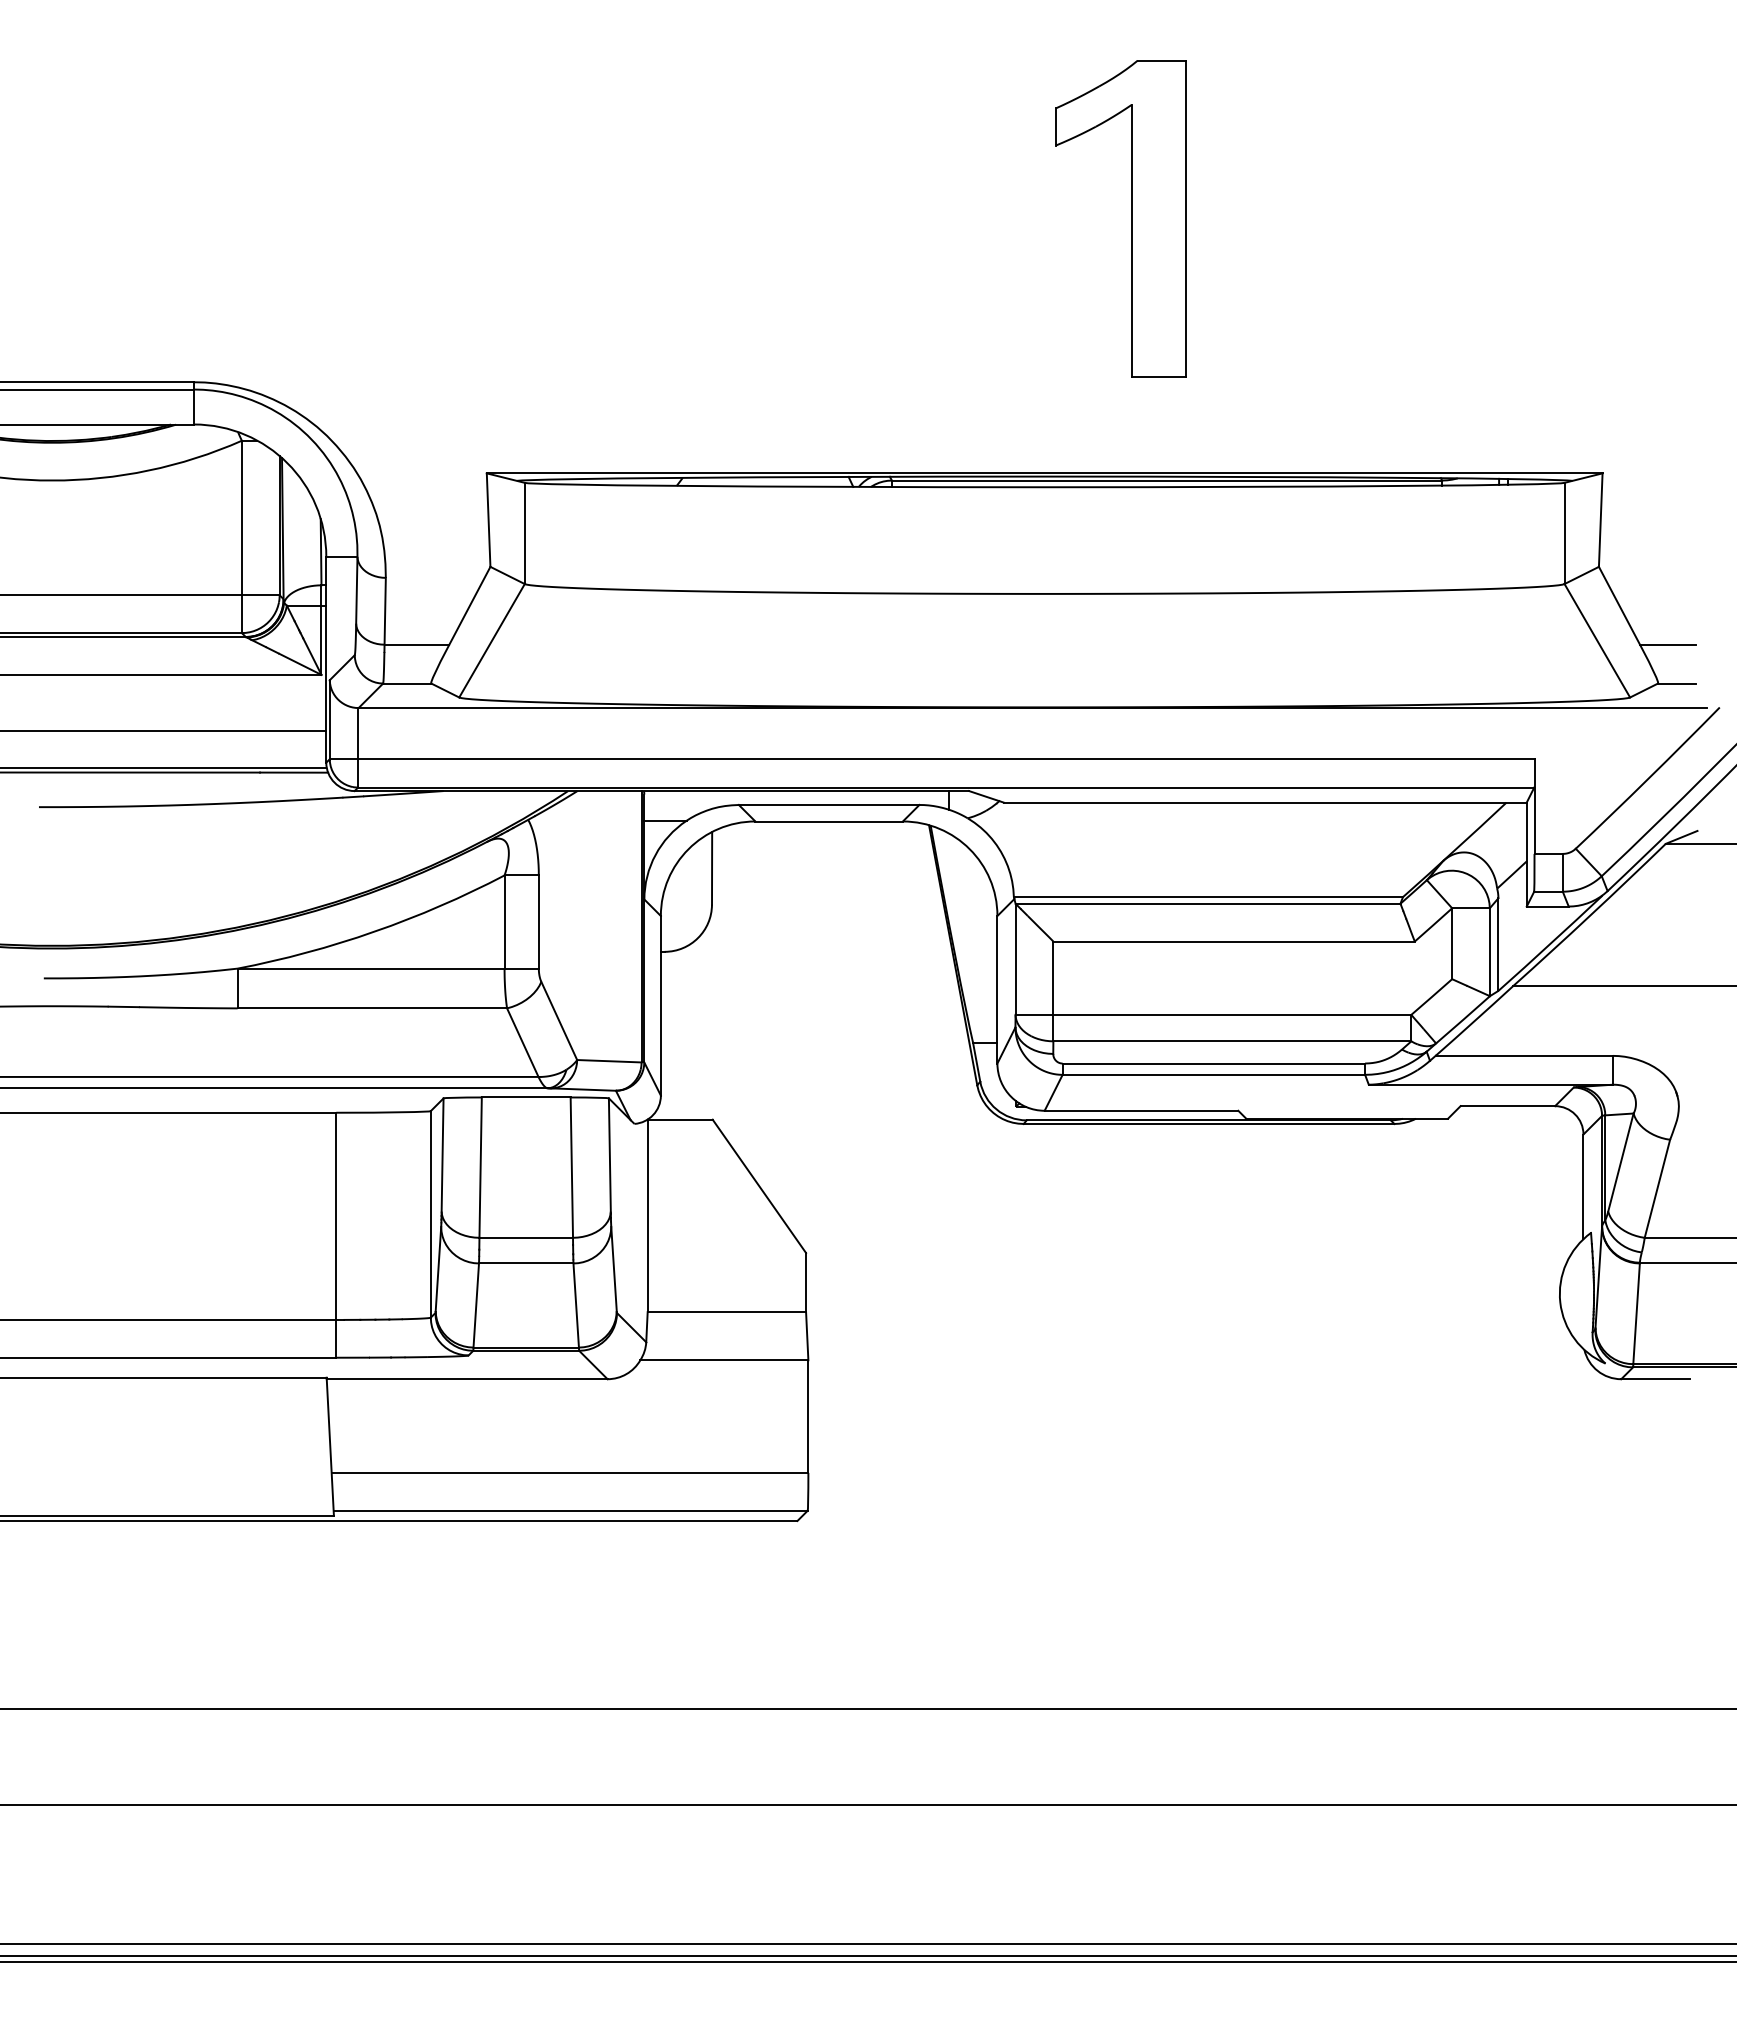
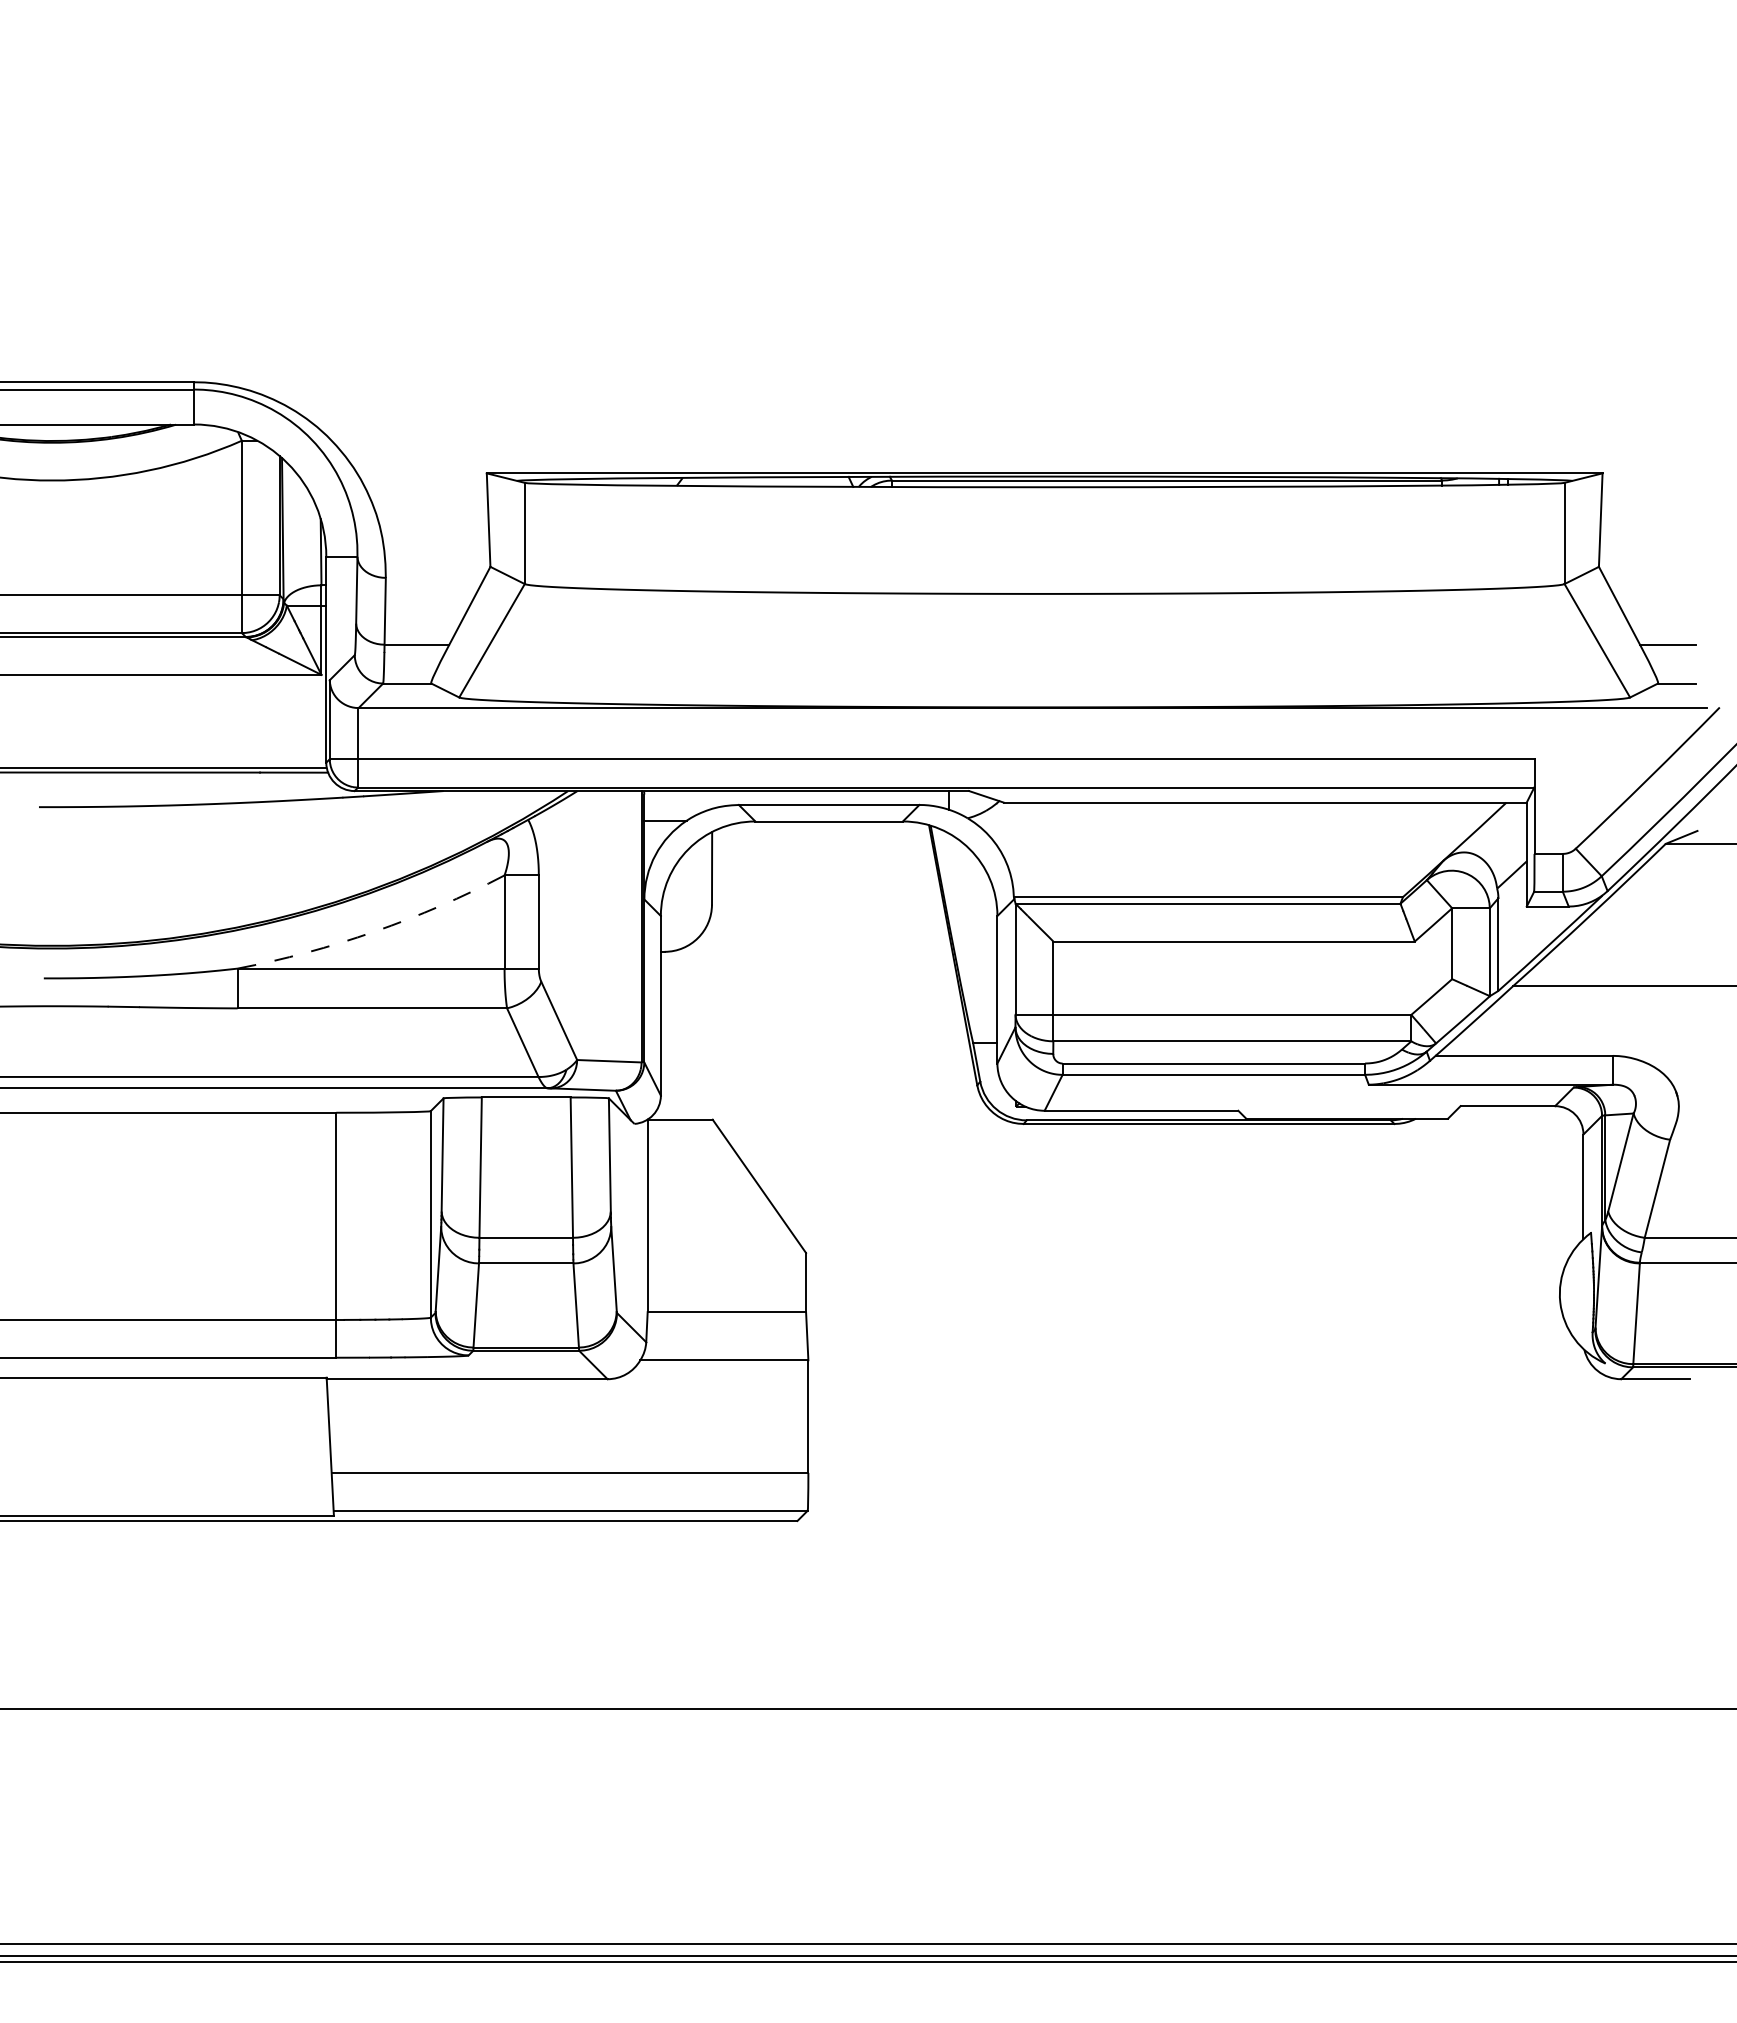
part at (1131, 218): present -> none
line at (164, 730): present -> none
arc at (374, 931): solid -> dashed
line at (867, 1804): present -> none
